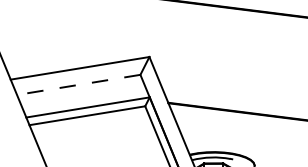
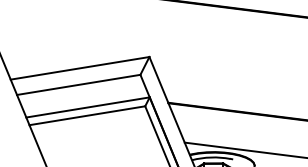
line at (78, 84): dashed -> solid
line at (244, 149): none -> present
